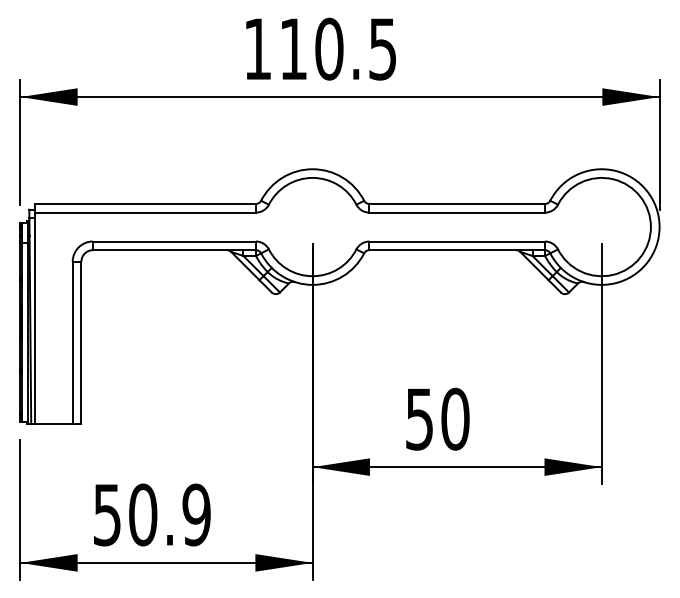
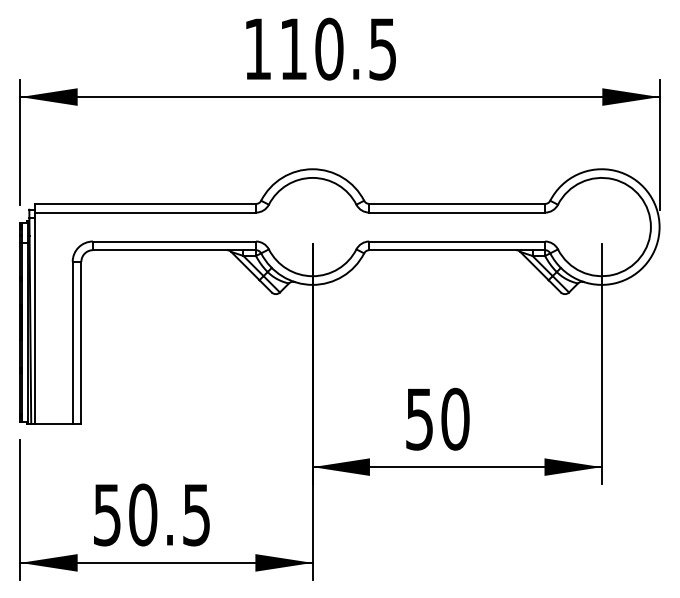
text at (196, 514): 50.9 -> 50.5
